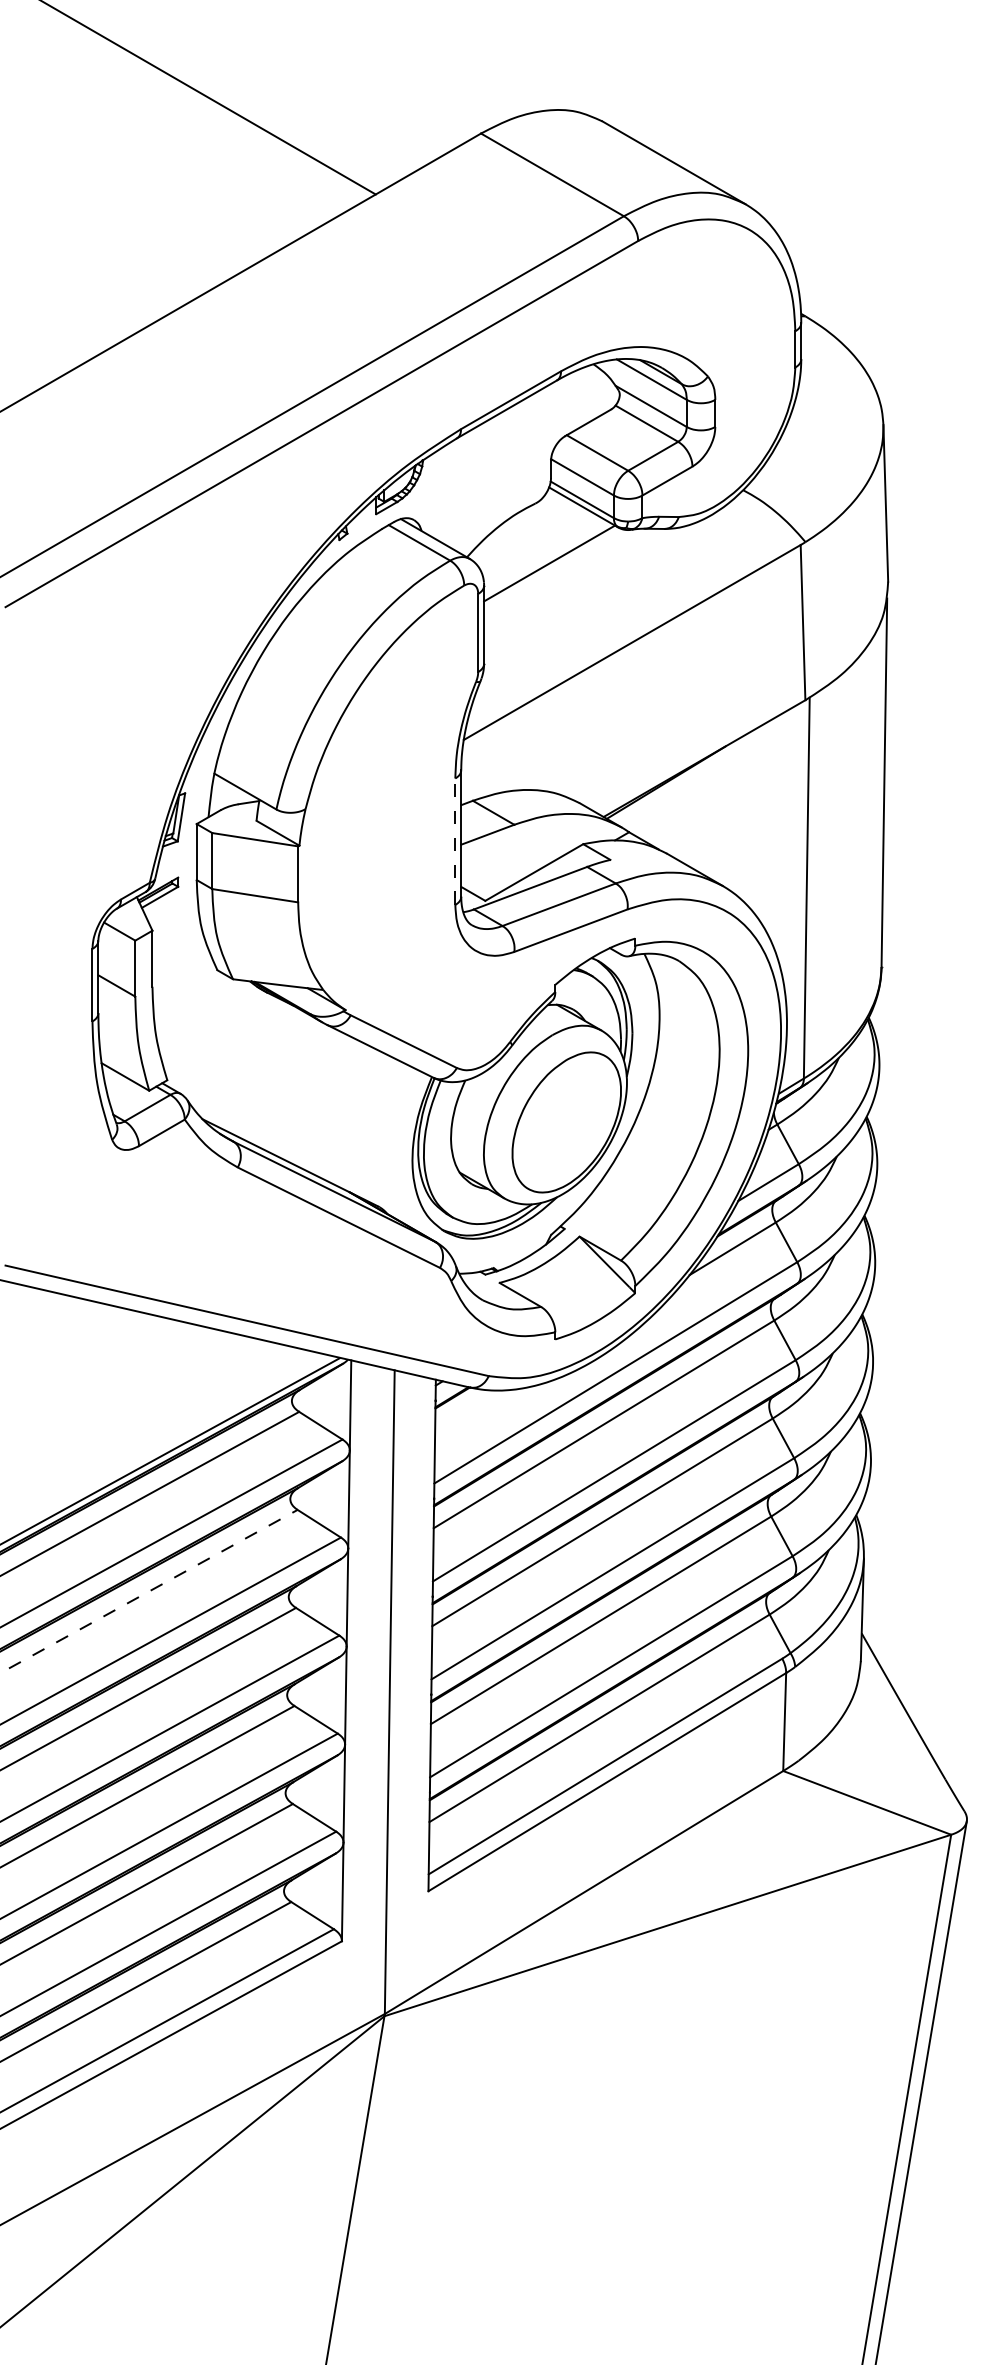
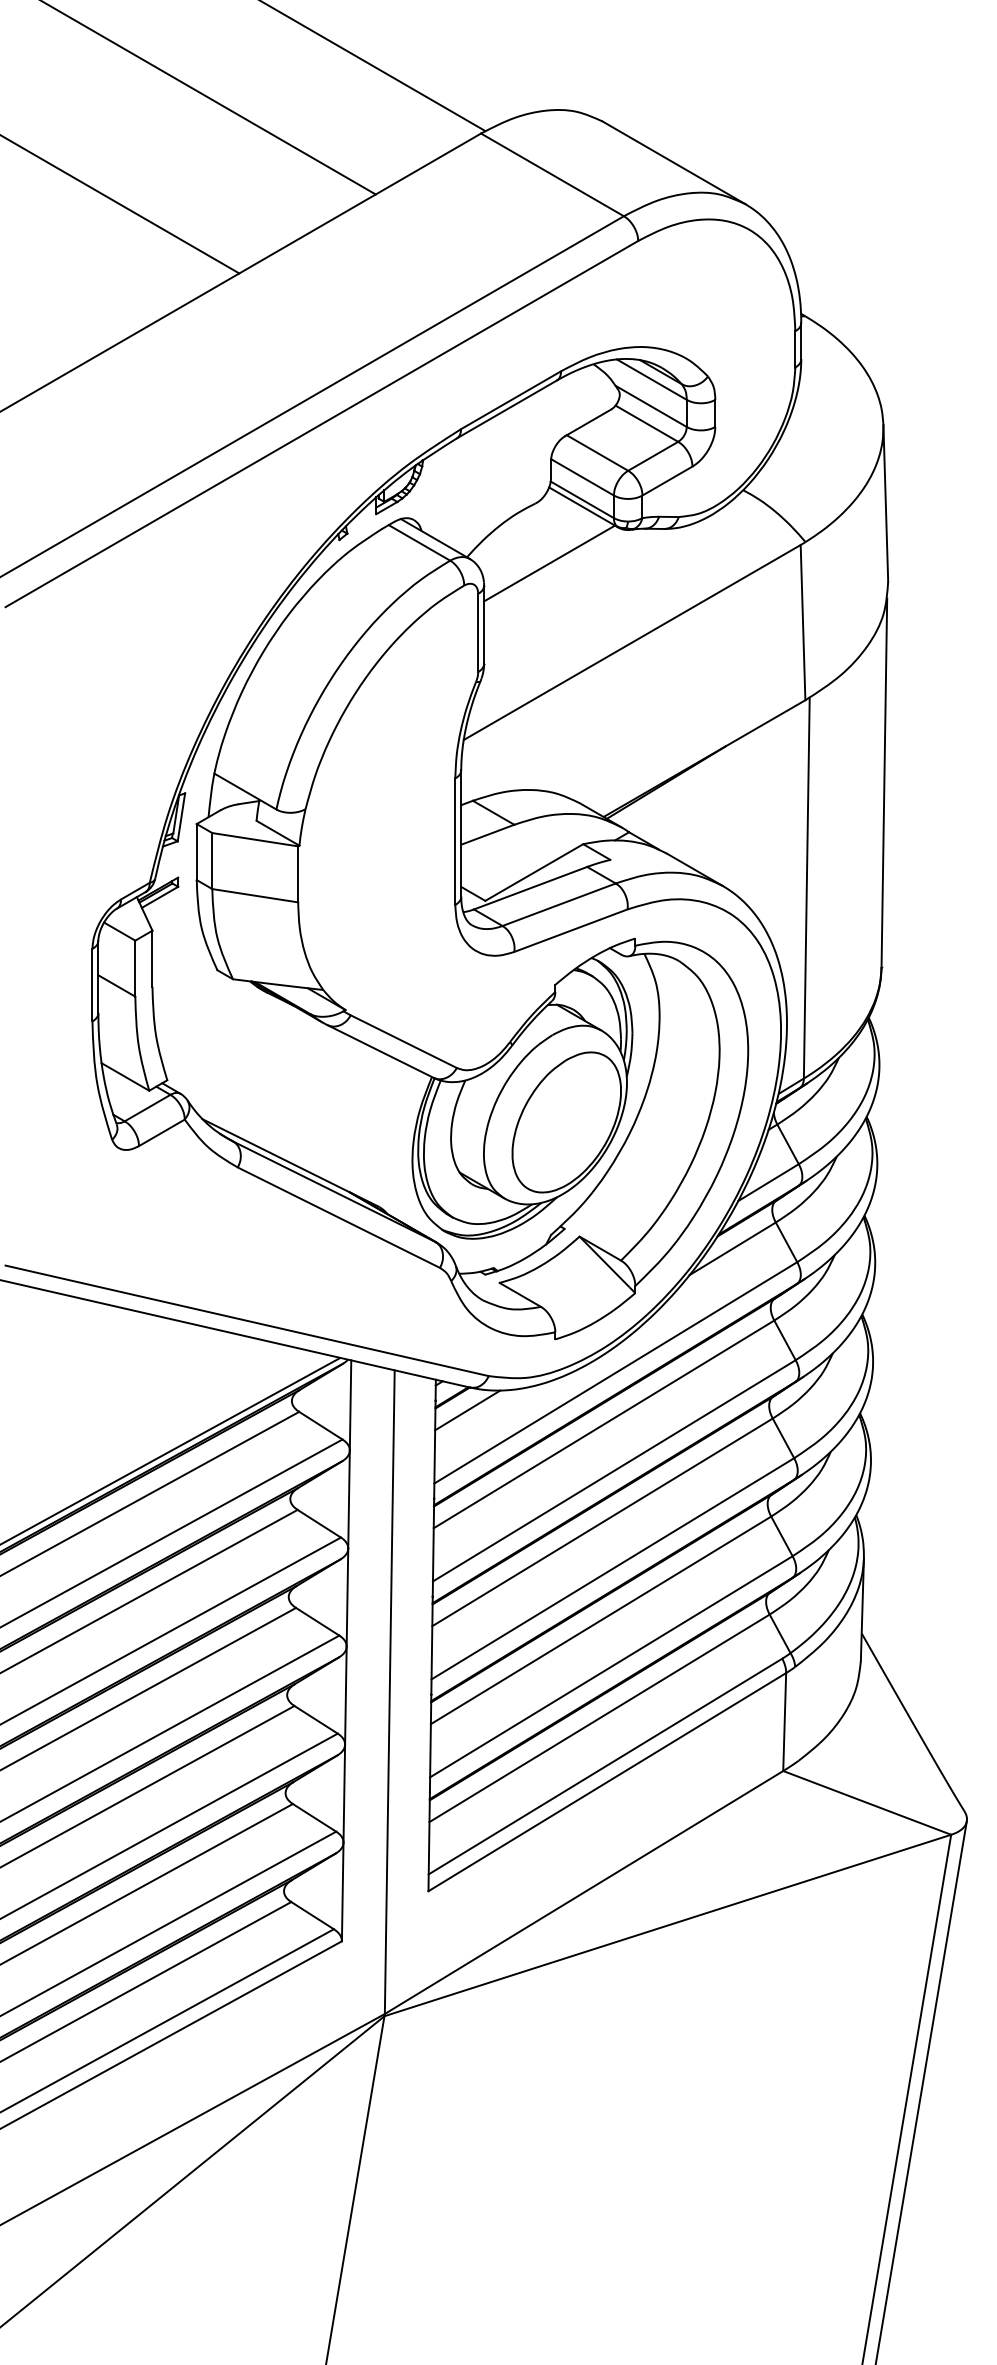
line at (373, 66): none -> present
line at (120, 204): none -> present
line at (455, 841): dashed -> solid
line at (467, 1410): none -> present
line at (148, 1591): dashed -> solid
